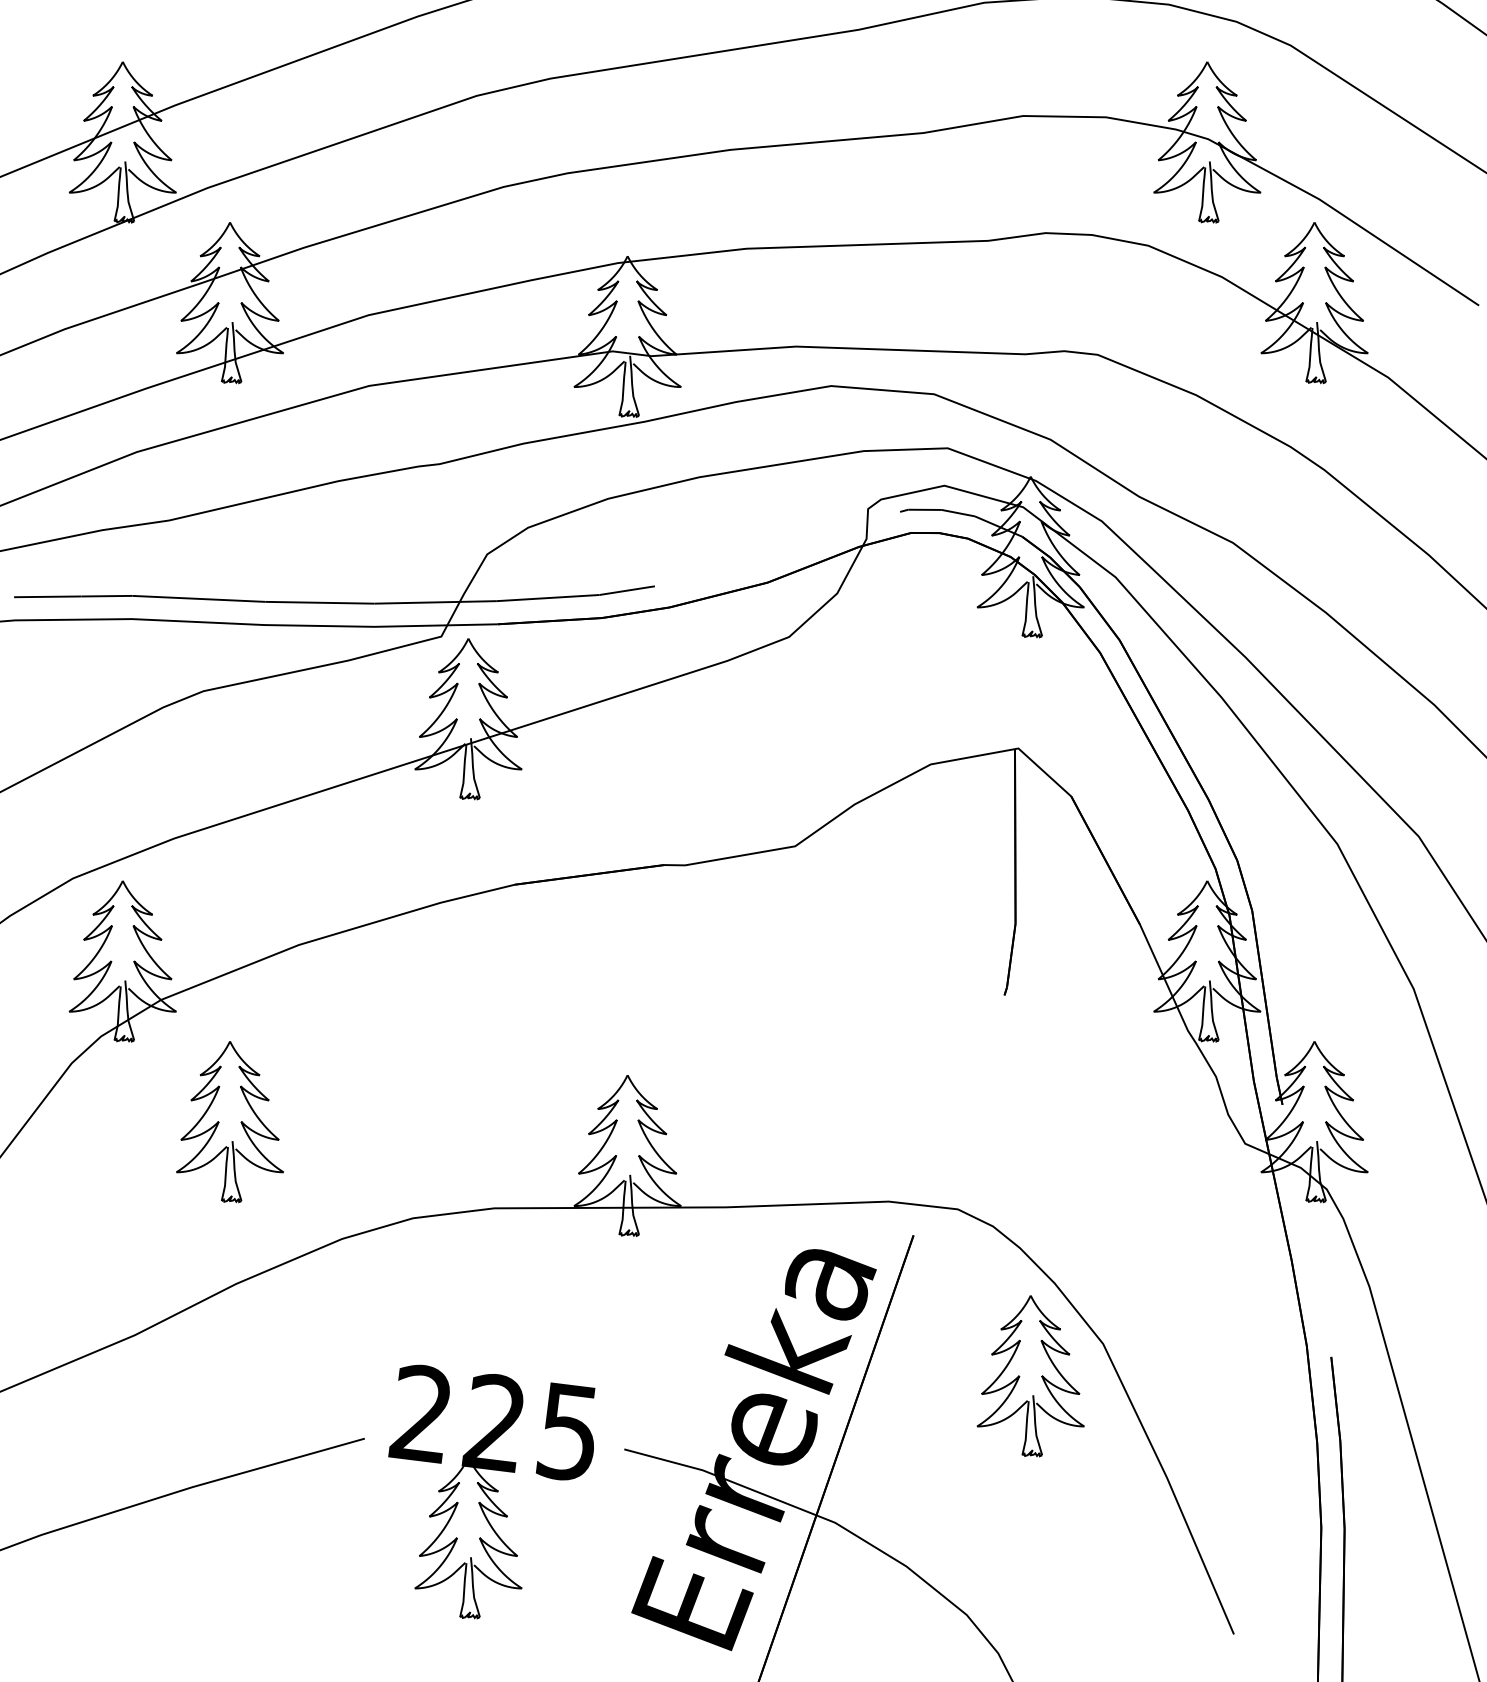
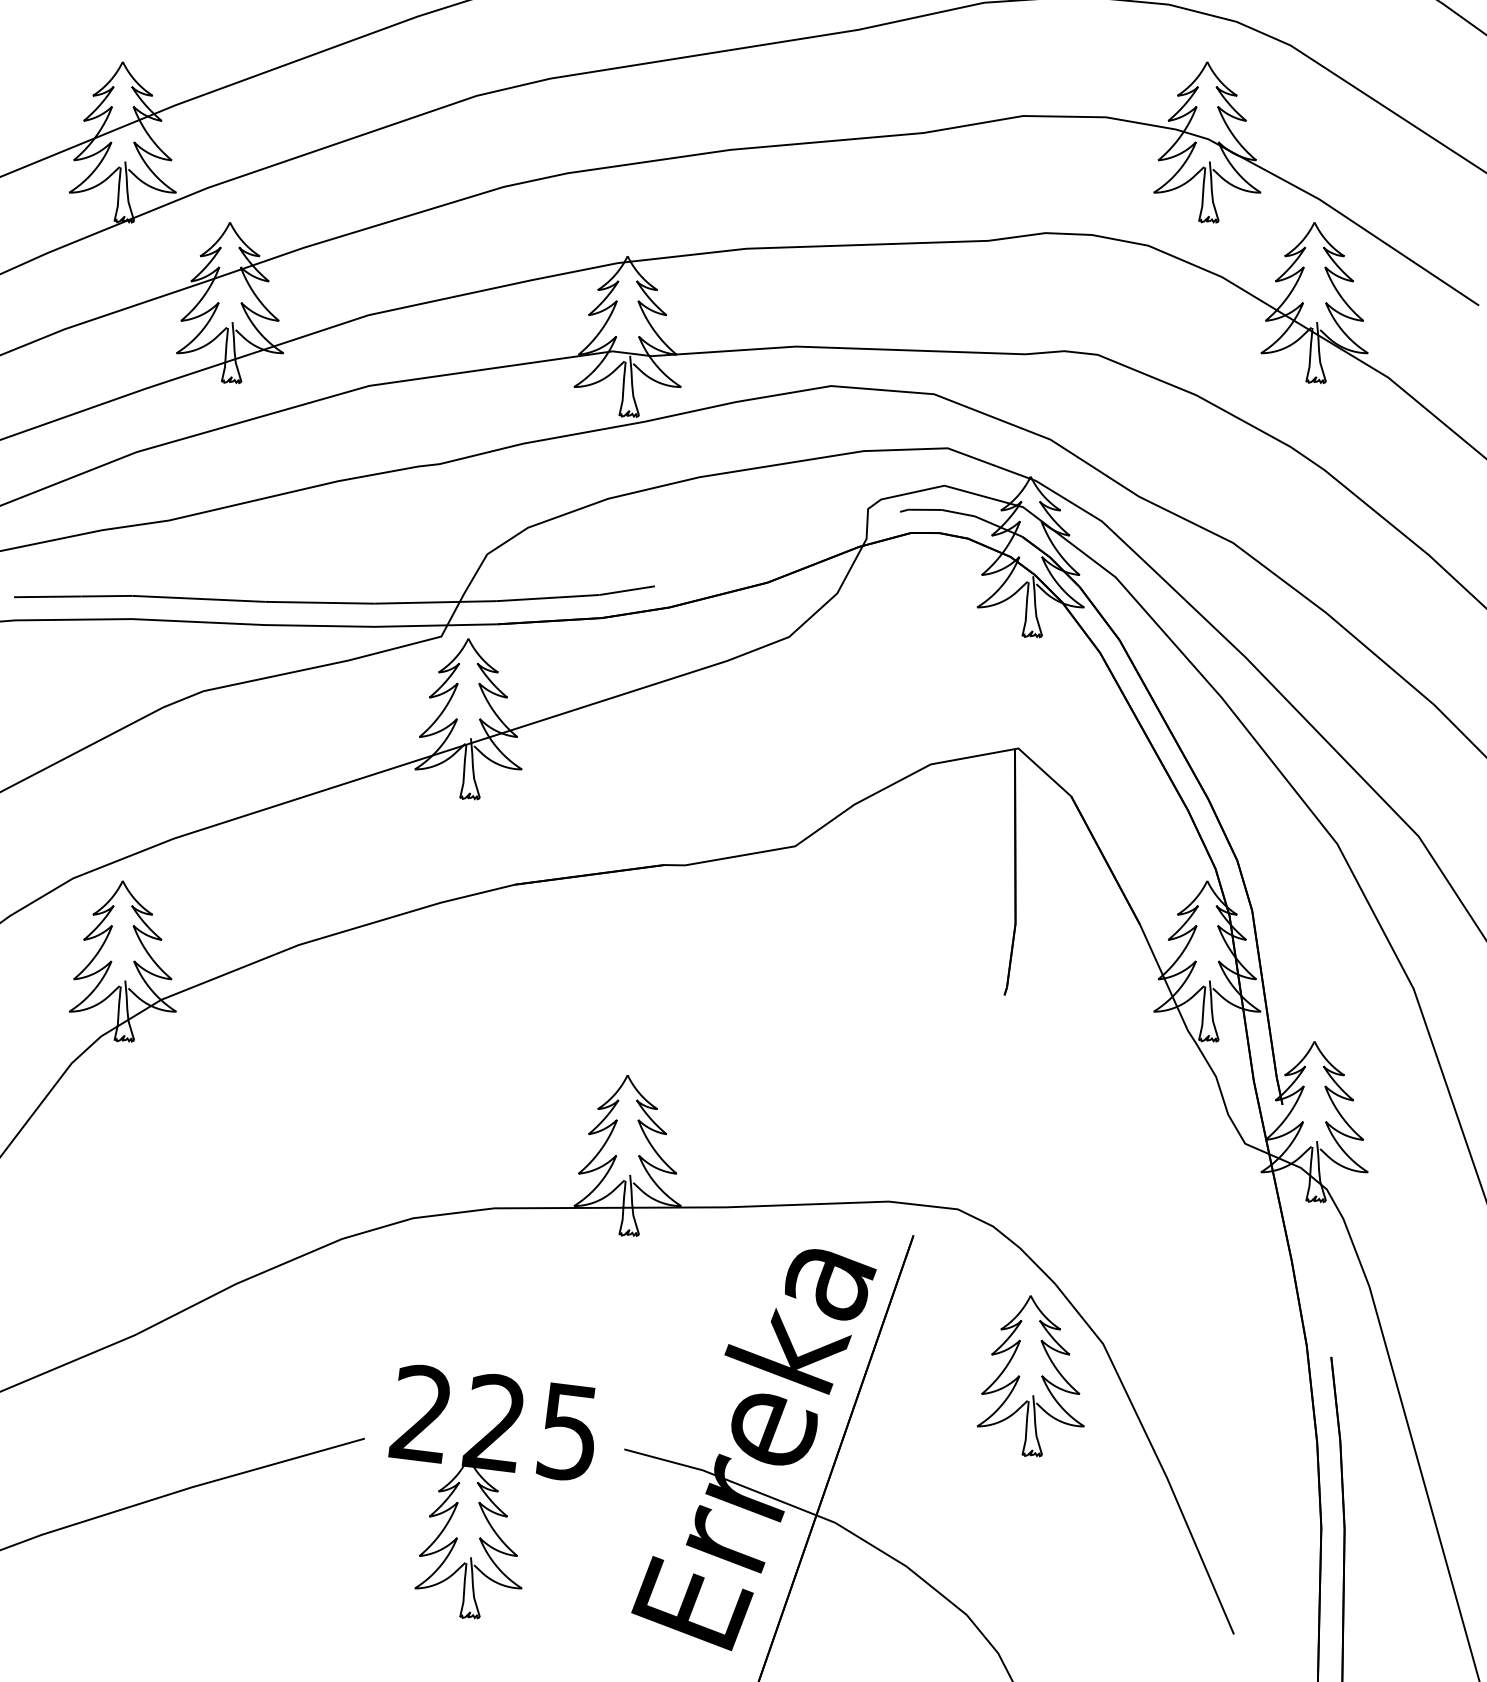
part at (229, 1122): present -> none
